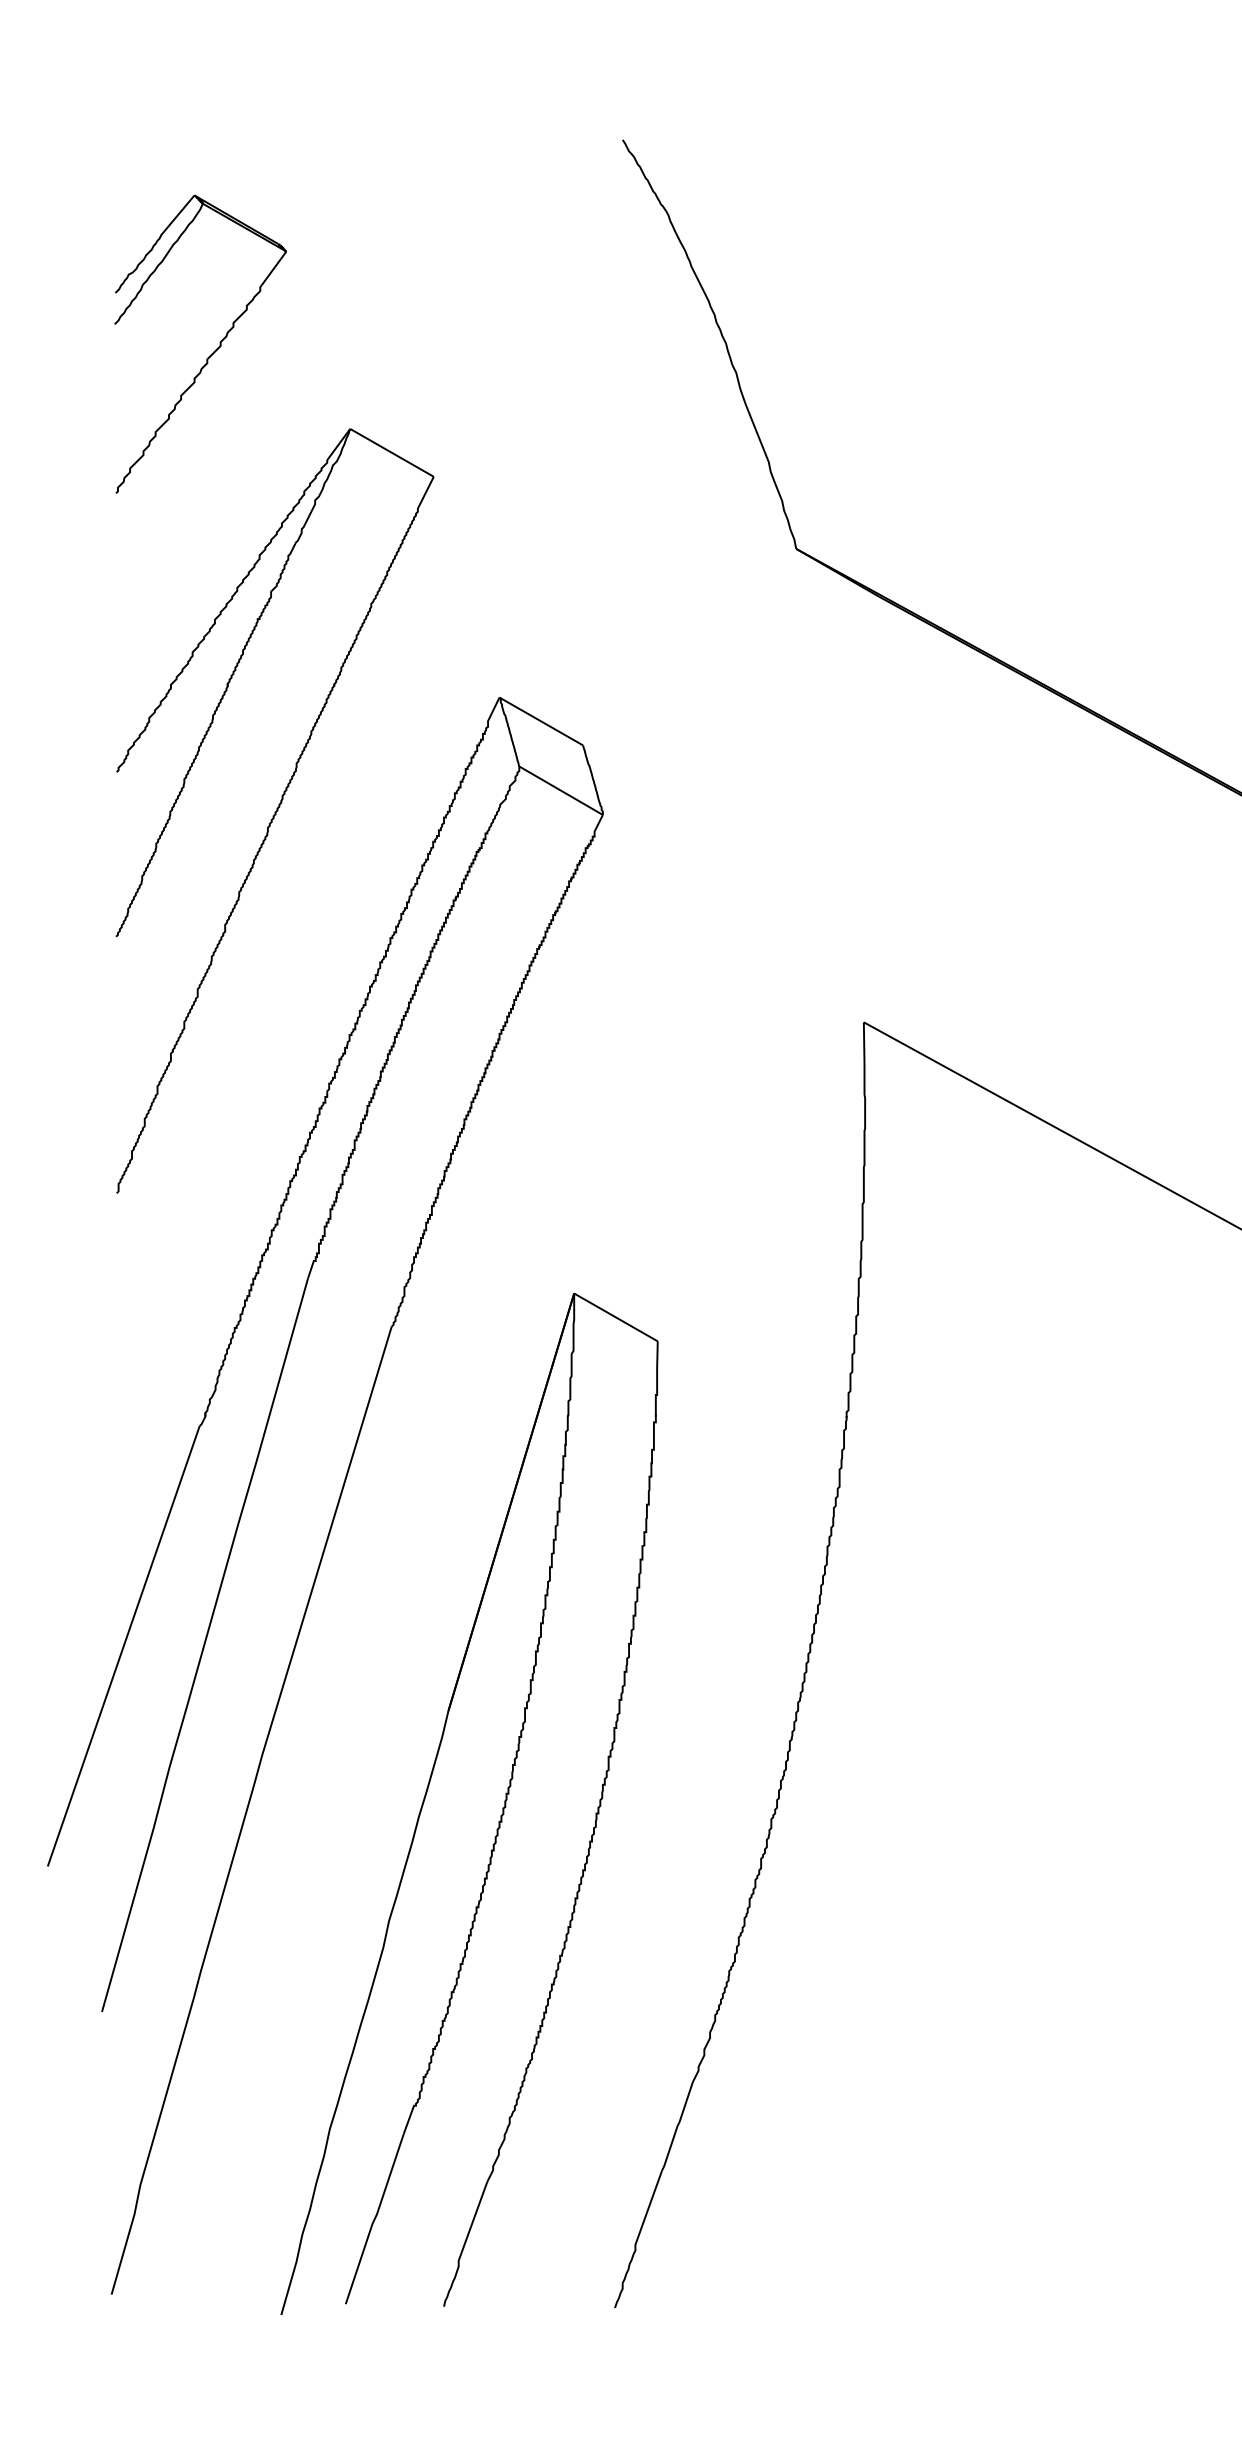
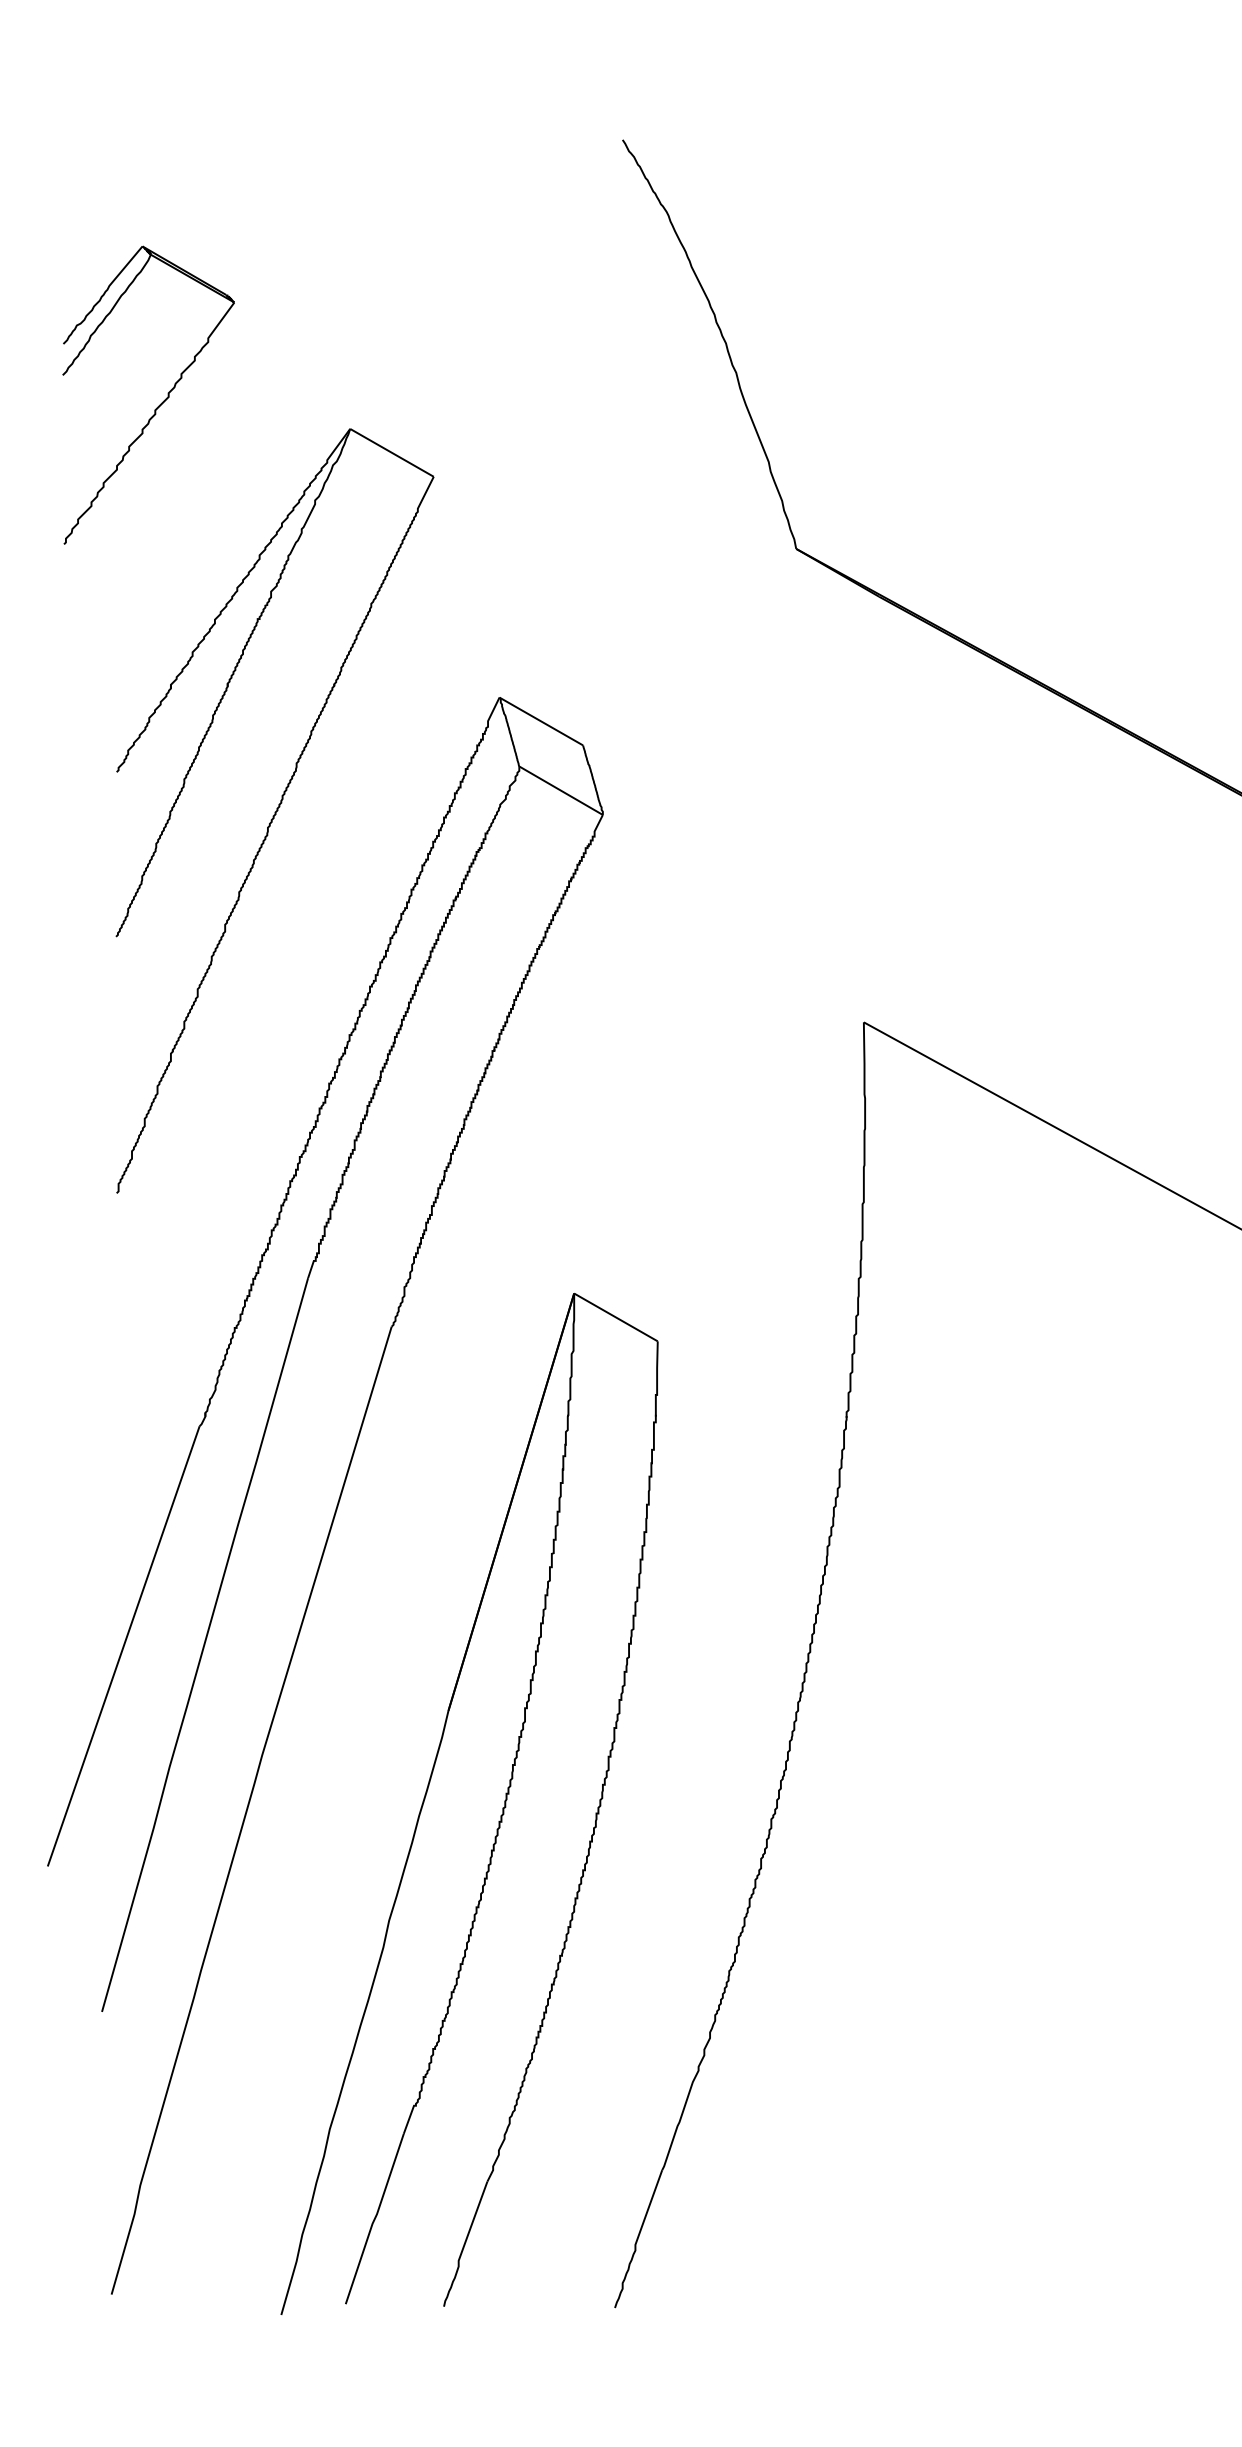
part at (211, 353) position: (211, 353) -> (159, 404)
